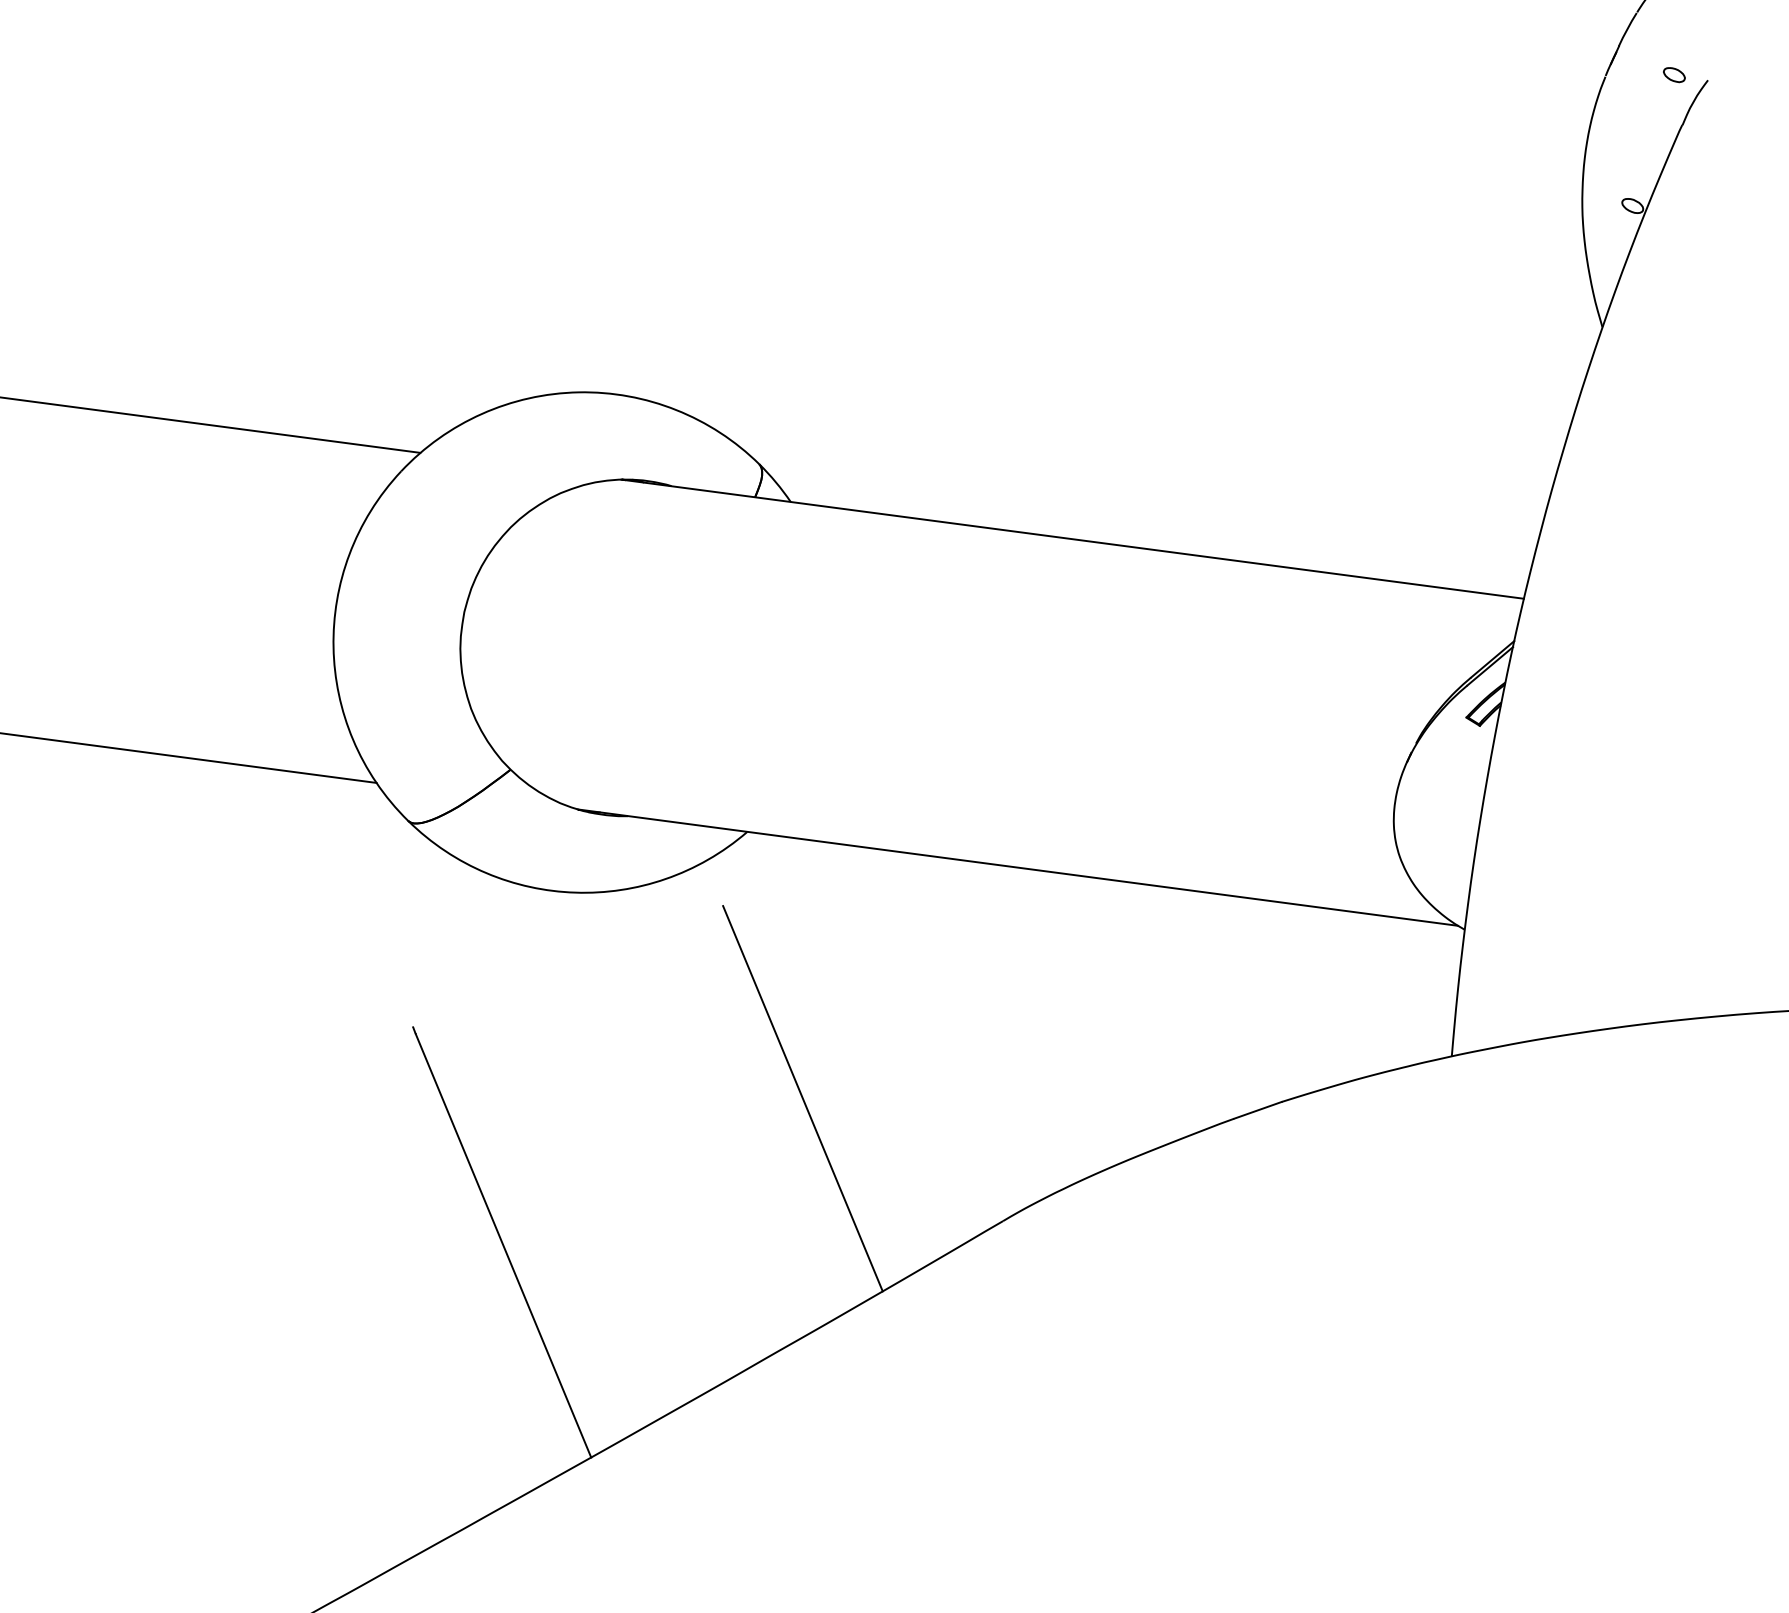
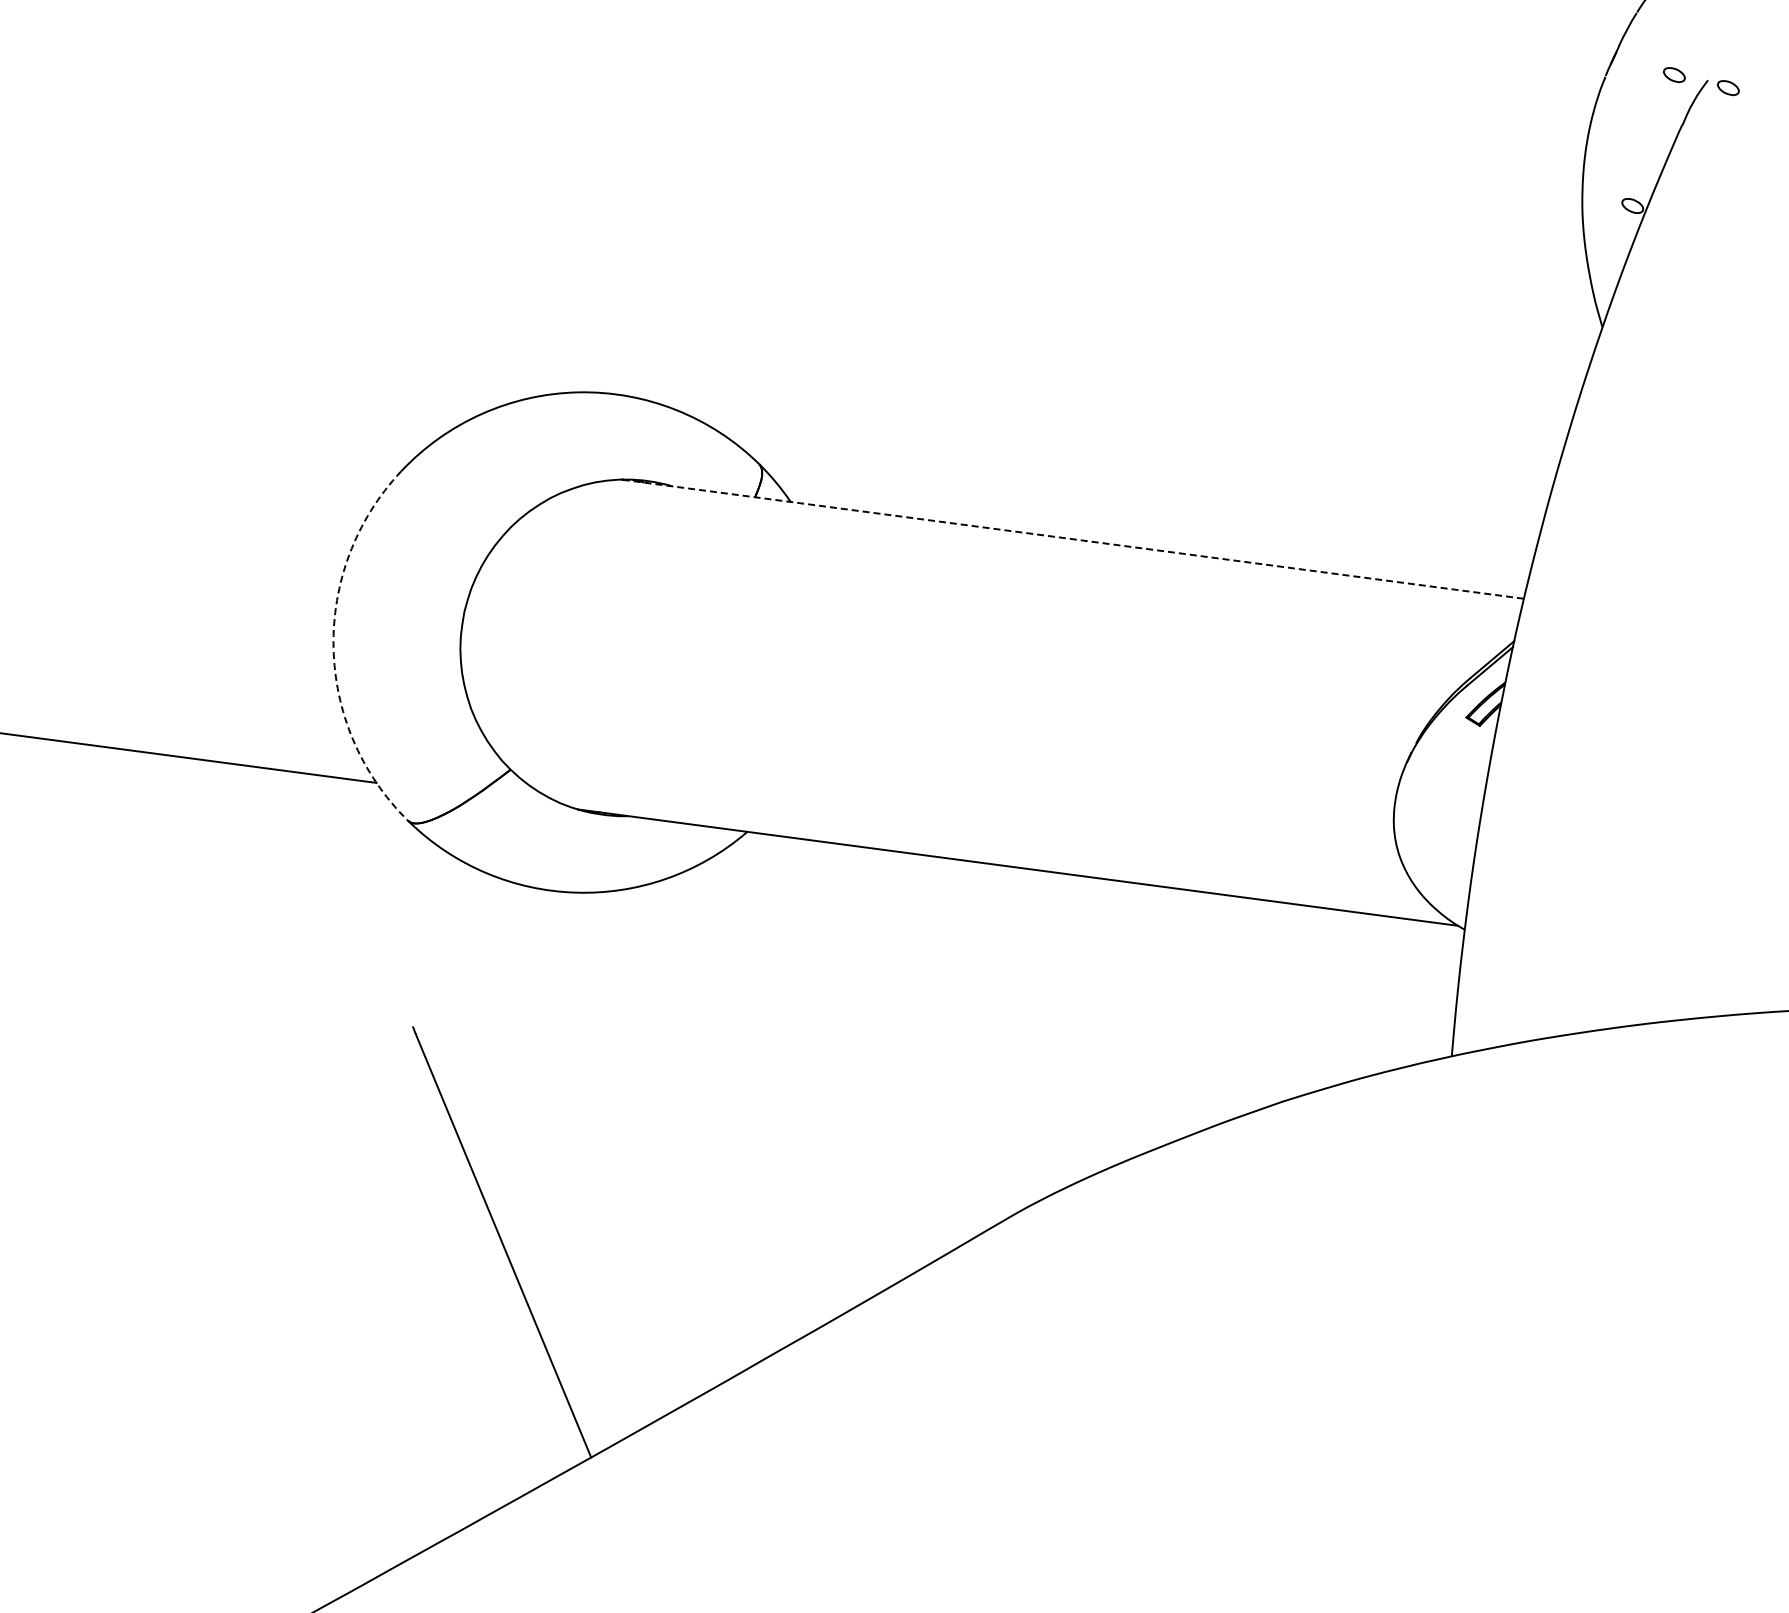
part at (1728, 88): none -> present
line at (211, 424): present -> none
line at (1072, 539): solid -> dashed
arc at (333, 647): solid -> dashed
line at (802, 1098): present -> none
